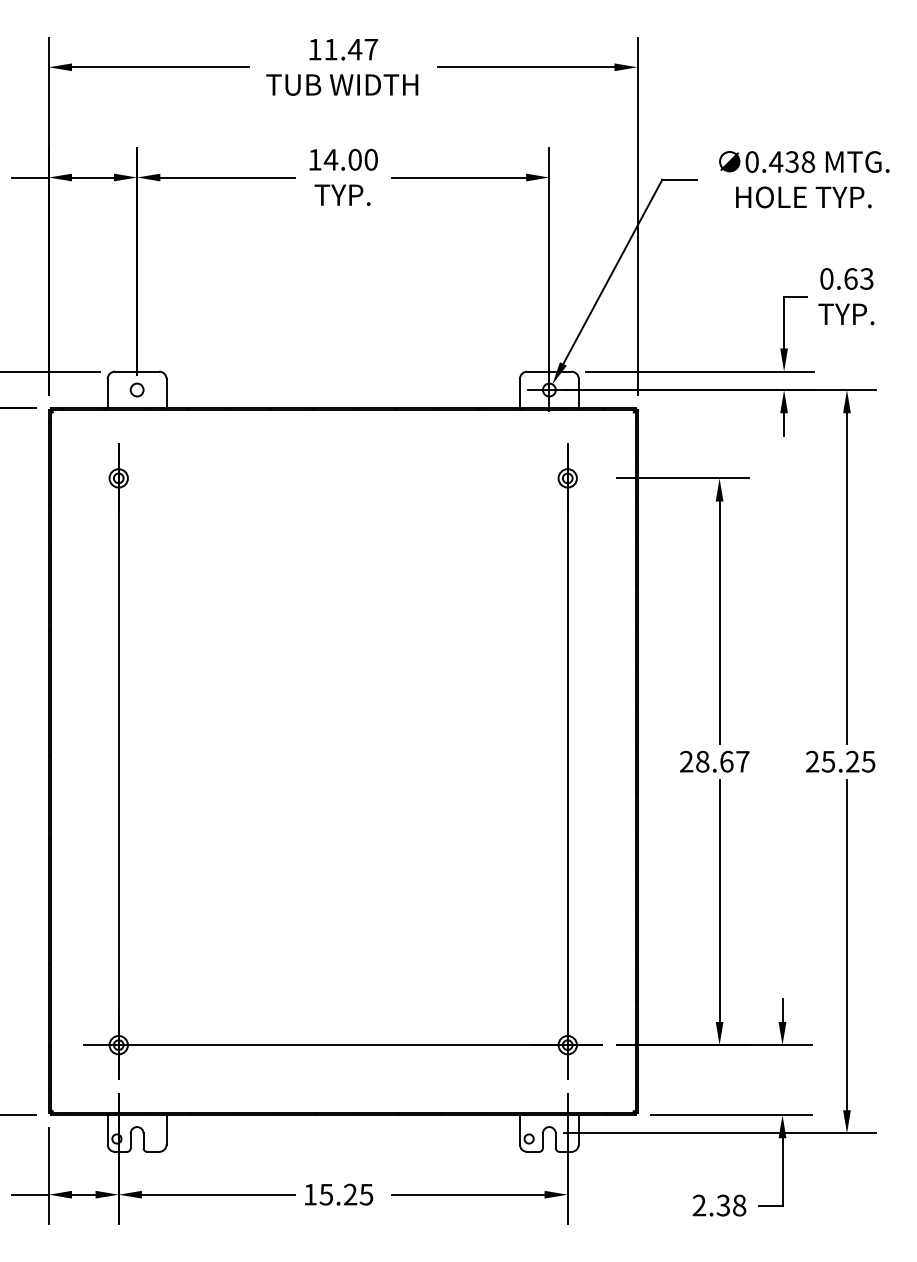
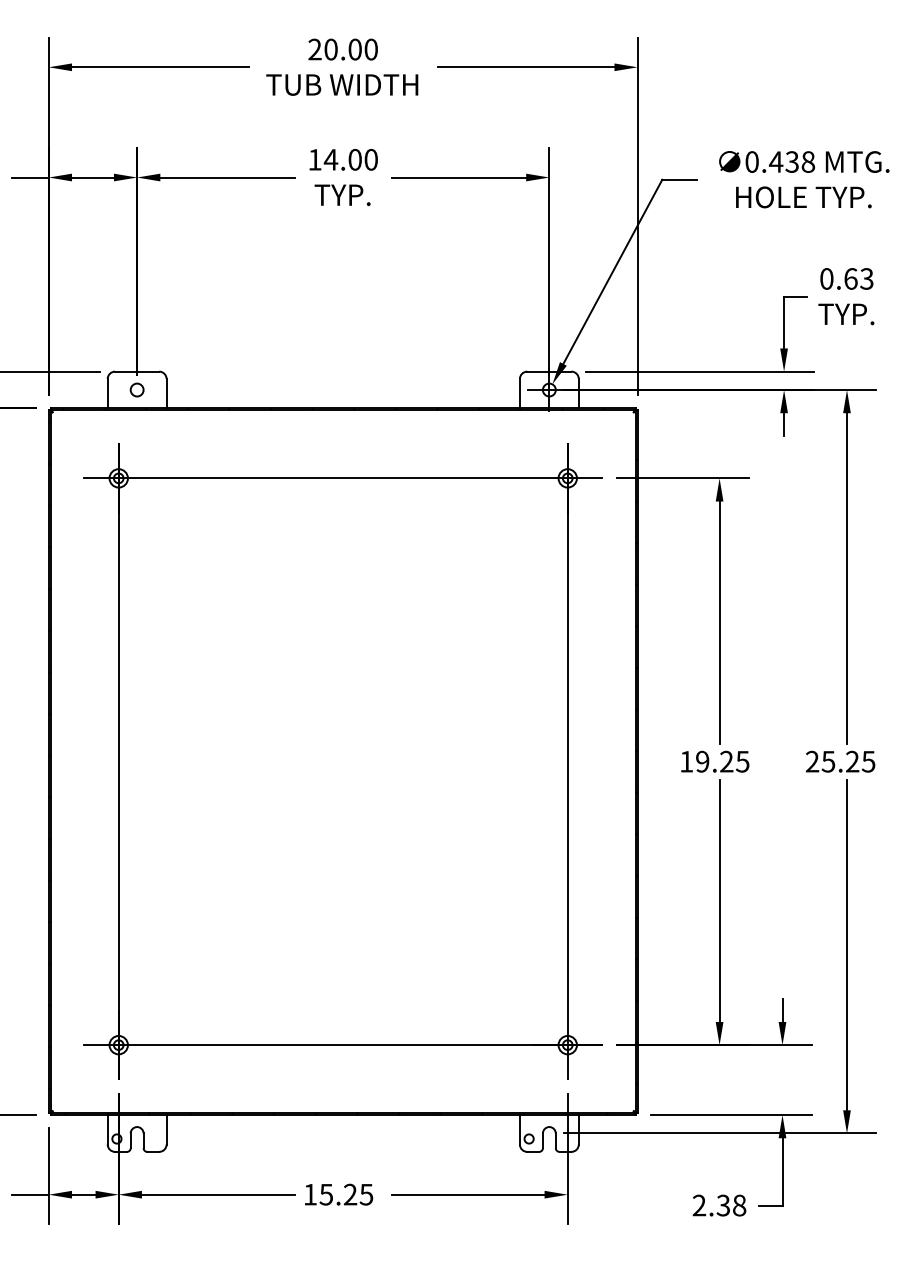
text at (342, 49): 11.47 -> 20.00
line at (343, 478): none -> present
text at (714, 761): 28.67 -> 19.25
